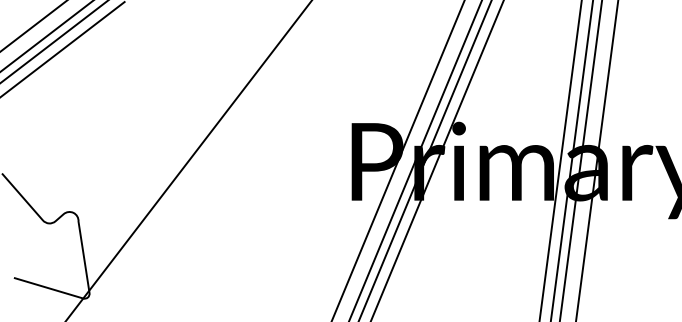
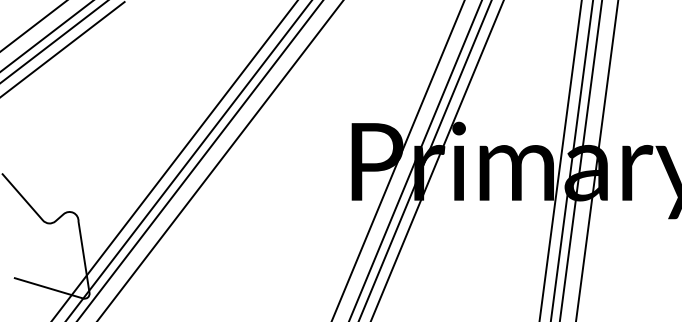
line at (174, 160): none -> present
line at (200, 160): none -> present
line at (220, 160): none -> present
